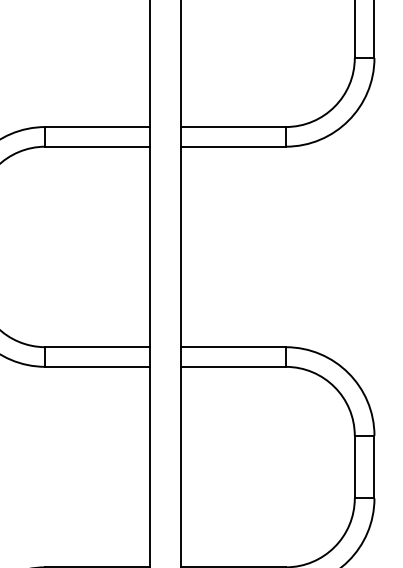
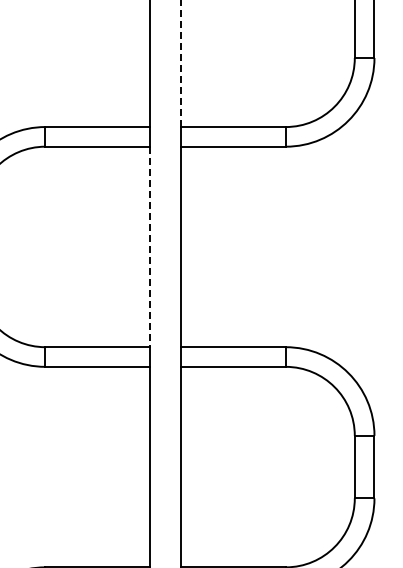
line at (181, 63): solid -> dashed
line at (150, 247): solid -> dashed
